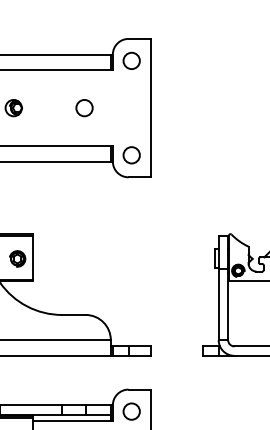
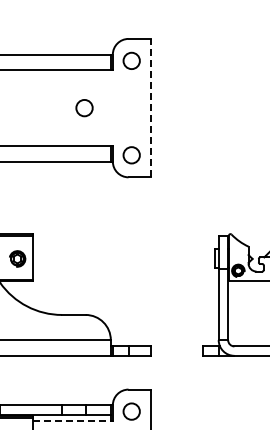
line at (150, 107): solid -> dashed
part at (13, 108): present -> none
line at (72, 421): solid -> dashed
